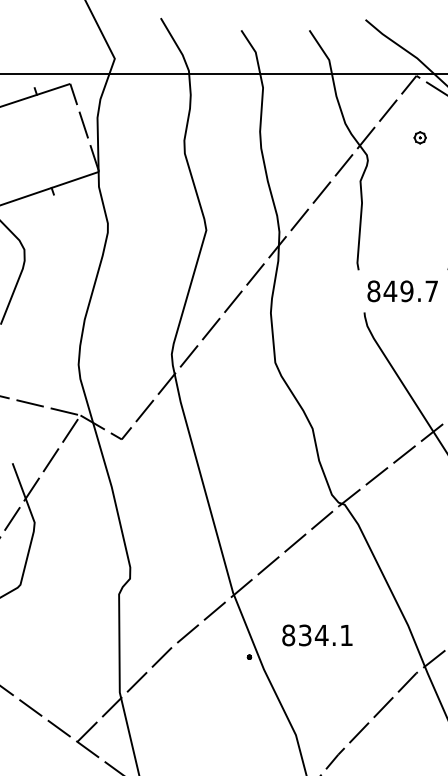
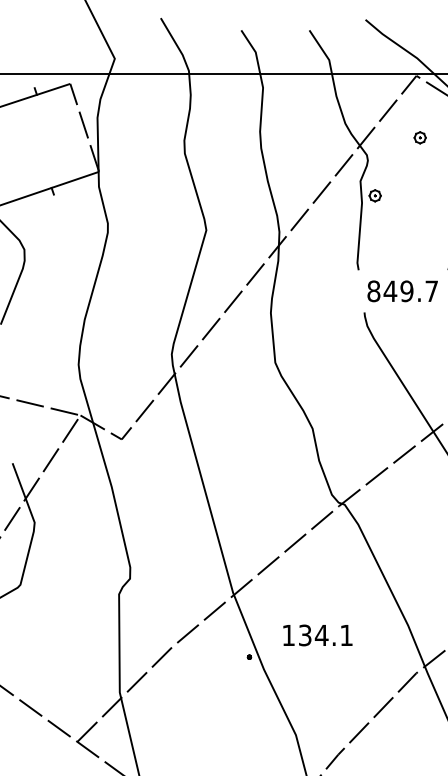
part at (374, 195): none -> present
text at (288, 635): 834.1 -> 134.1
